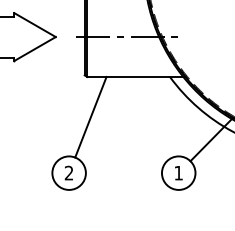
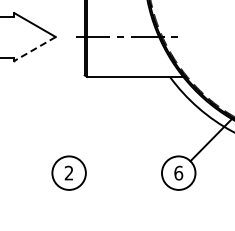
line at (35, 49): solid -> dashed
line at (90, 116): present -> none
text at (178, 172): 1 -> 6
